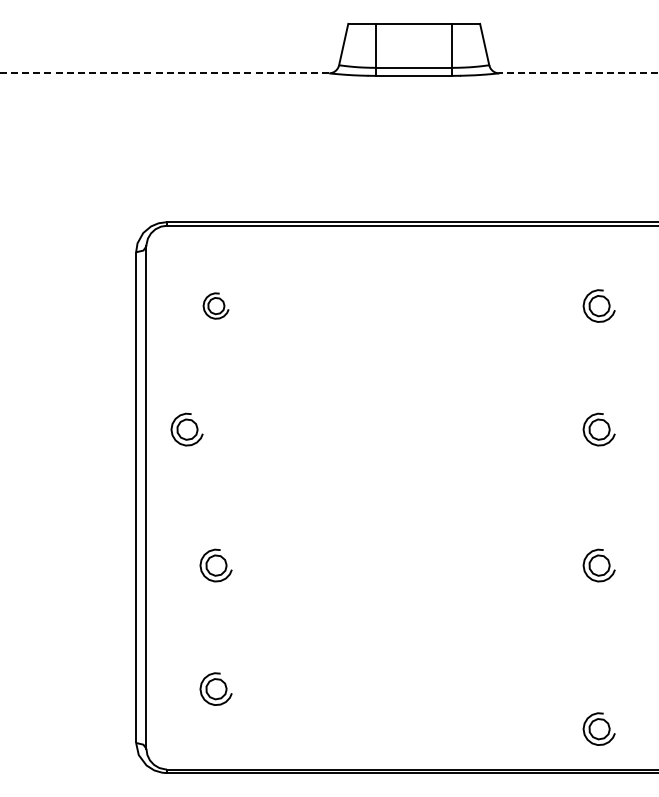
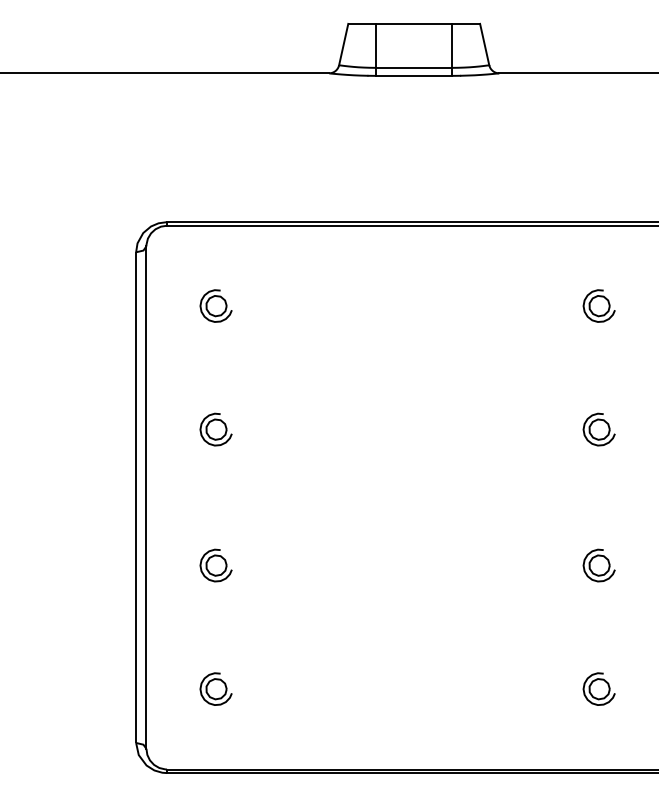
line at (164, 73): dashed -> solid
line at (578, 73): dashed -> solid
part at (215, 305) size: 28x28 px -> 34x34 px
part at (186, 429) position: (186, 429) -> (215, 429)
part at (598, 728) position: (598, 728) -> (598, 688)
